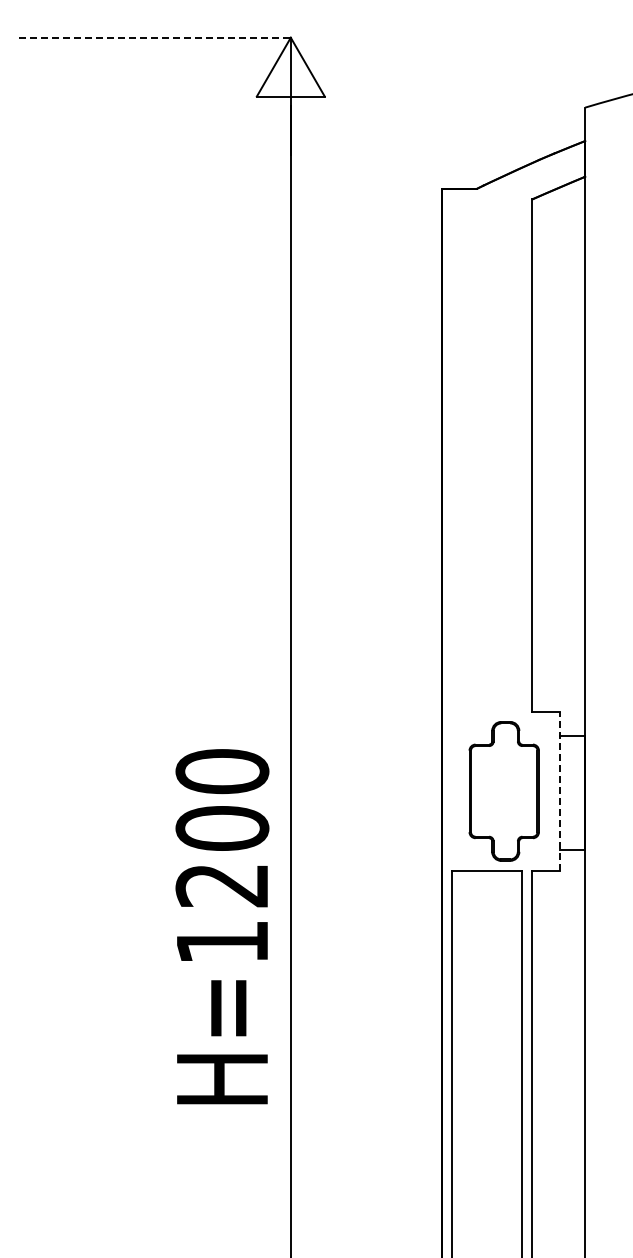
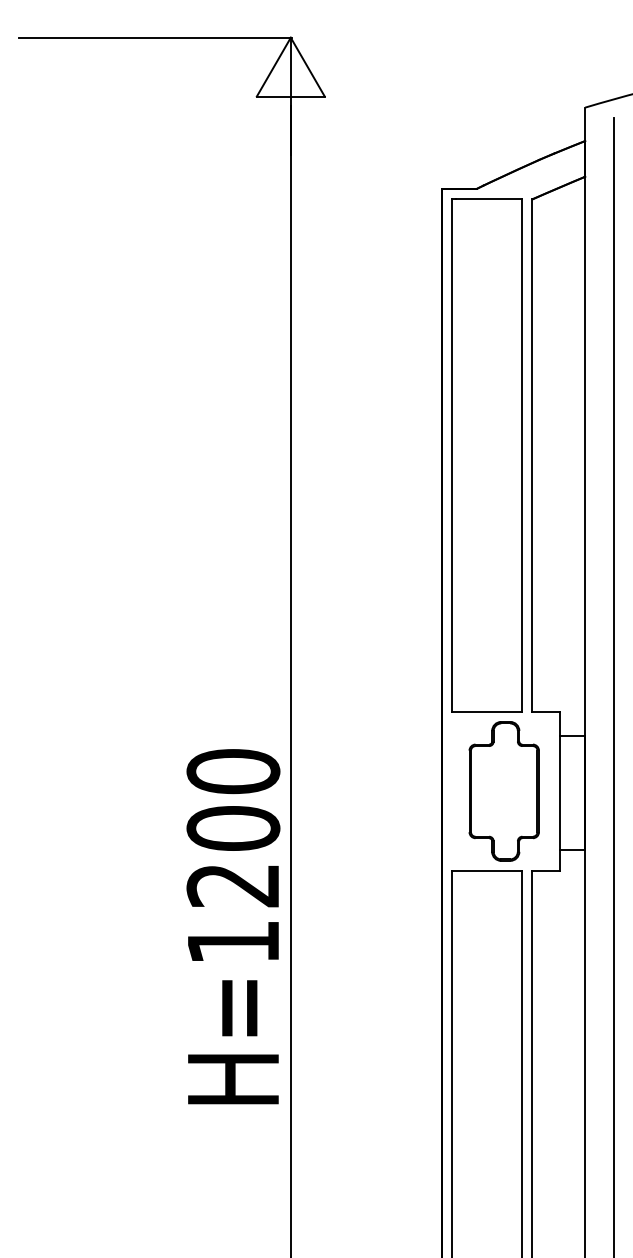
line at (155, 37): dashed -> solid
part at (486, 455): none -> present
line at (614, 686): none -> present
line at (560, 790): dashed -> solid
text at (222, 926) position: (222, 926) -> (233, 926)
